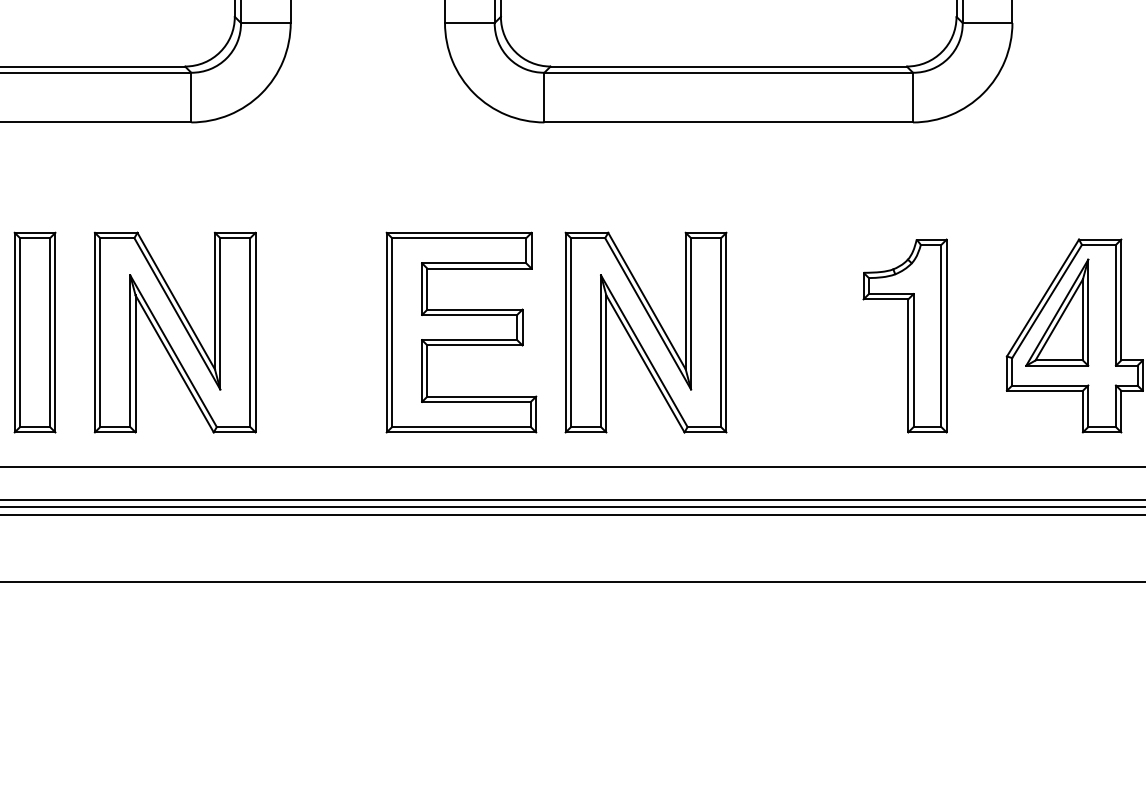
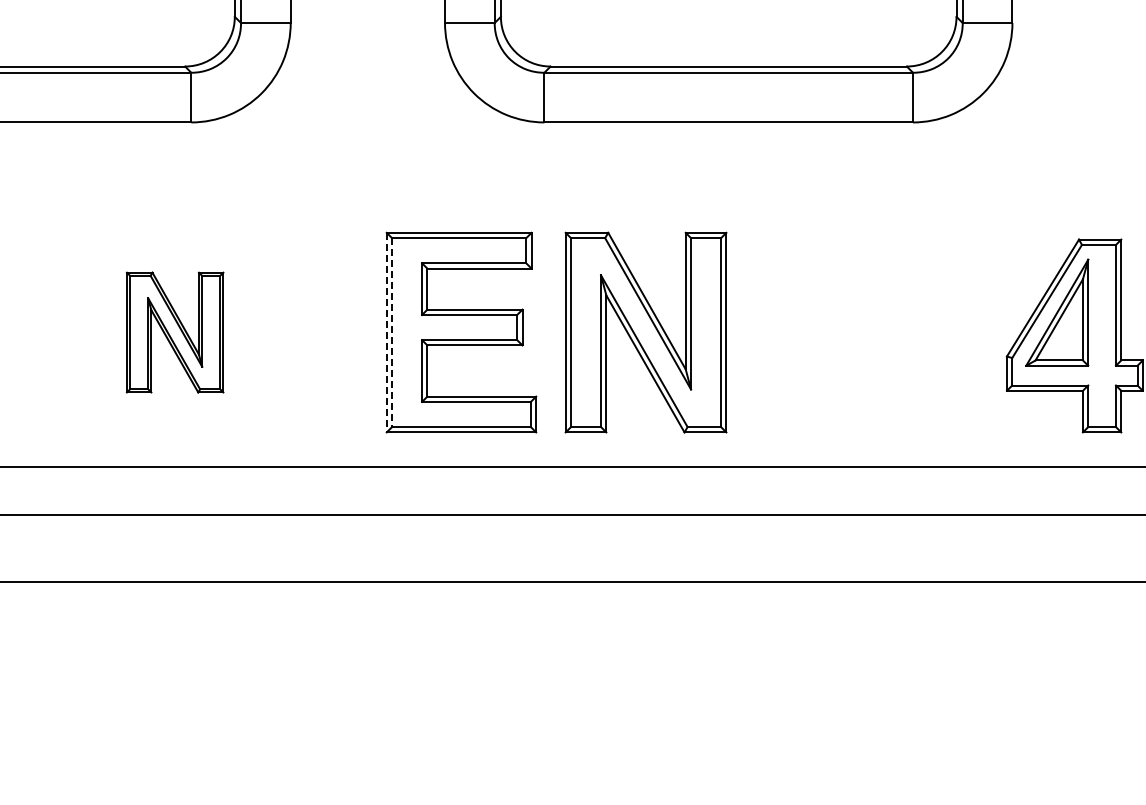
part at (34, 332): present -> none
part at (174, 332) size: 164x203 px -> 100x123 px
line at (386, 332): solid -> dashed
line at (392, 333): solid -> dashed
part at (904, 335): present -> none
line at (572, 499): present -> none
line at (572, 507): present -> none
